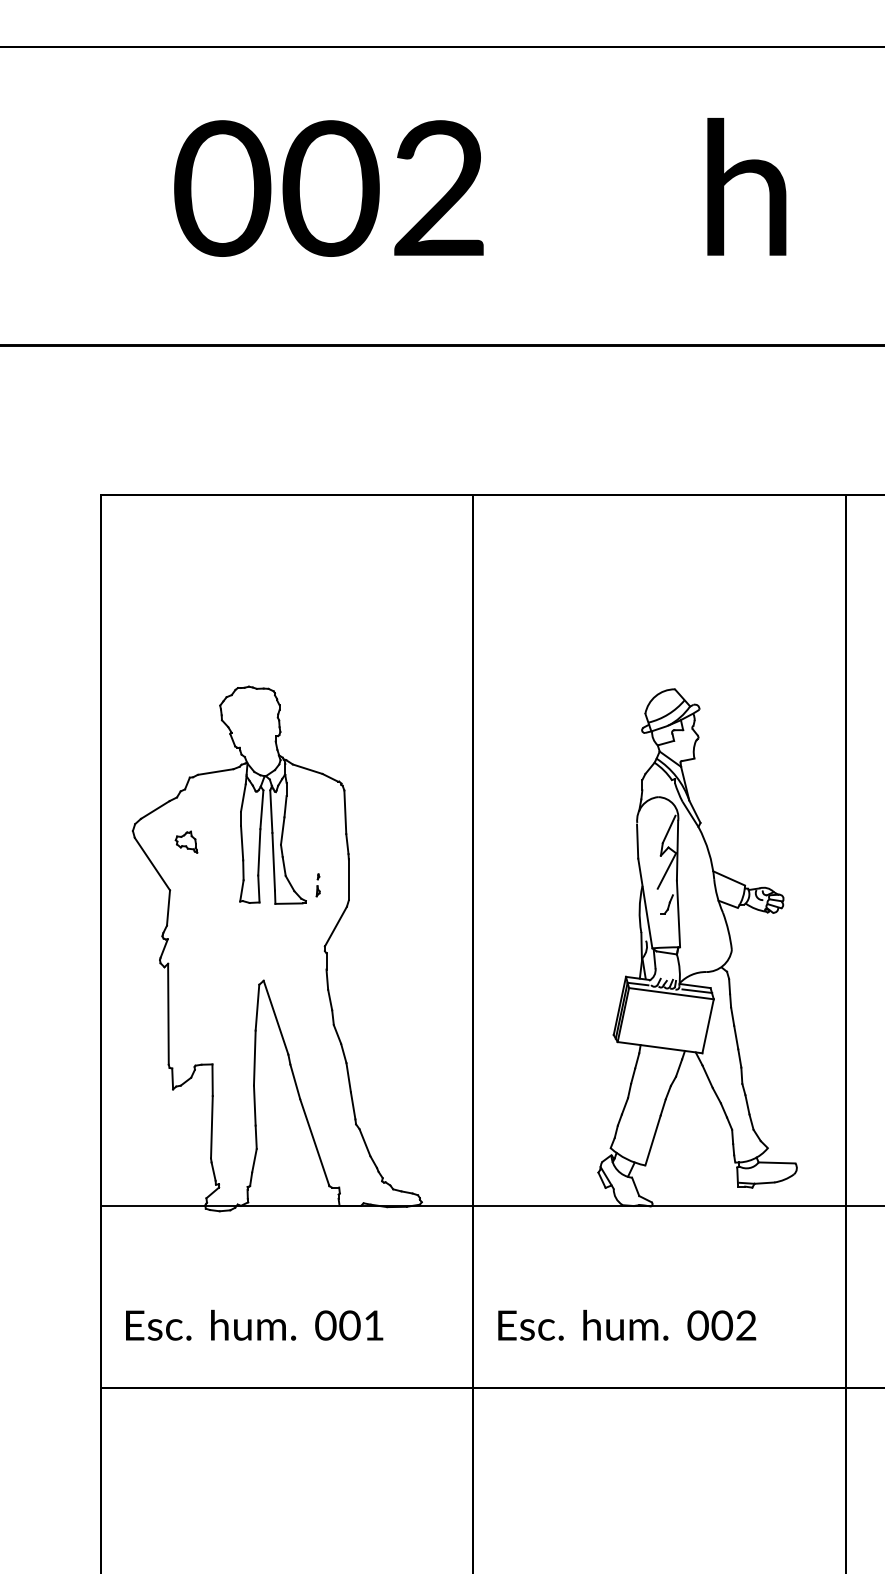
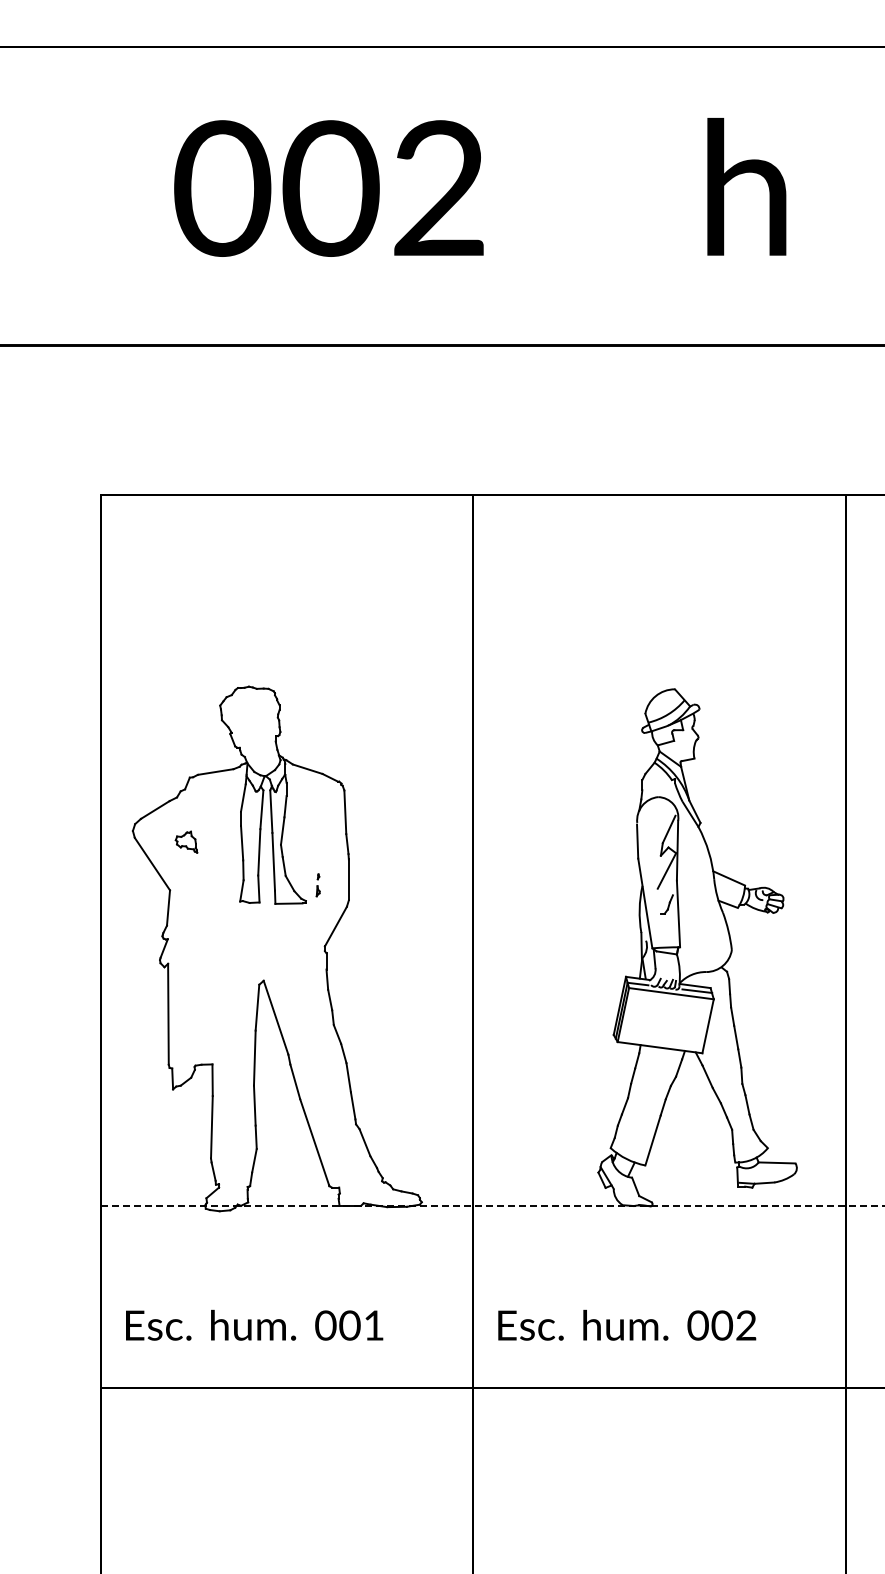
line at (493, 1205): solid -> dashed
